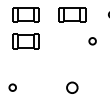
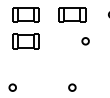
part at (92, 41) position: (92, 41) -> (85, 41)
part at (72, 87) size: 13x13 px -> 9x9 px
